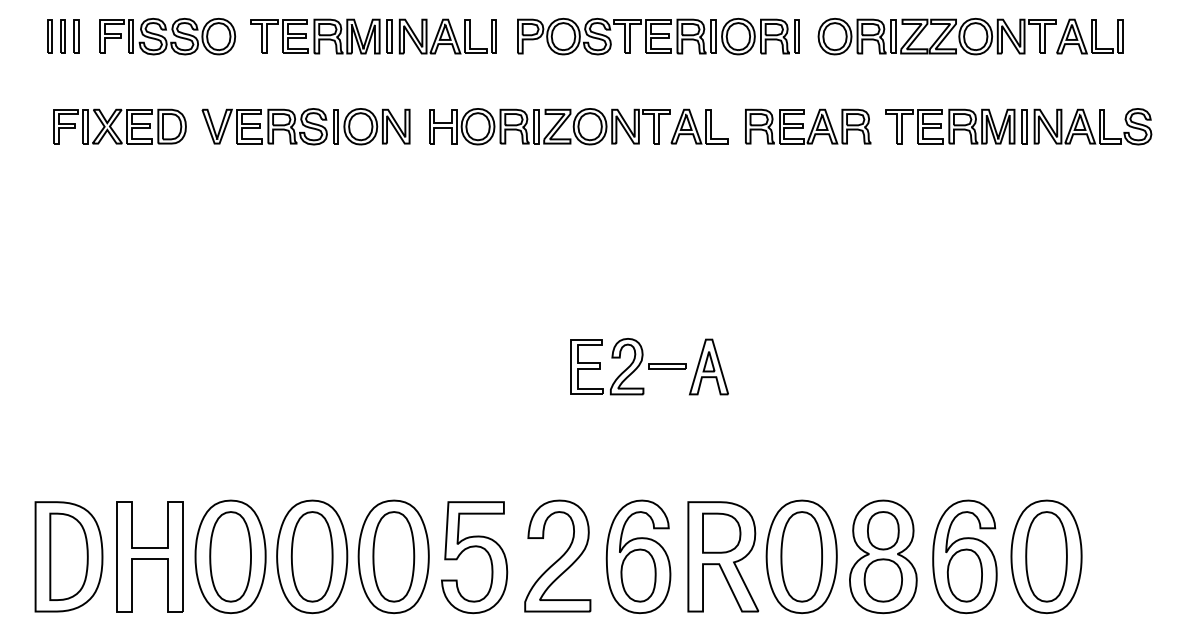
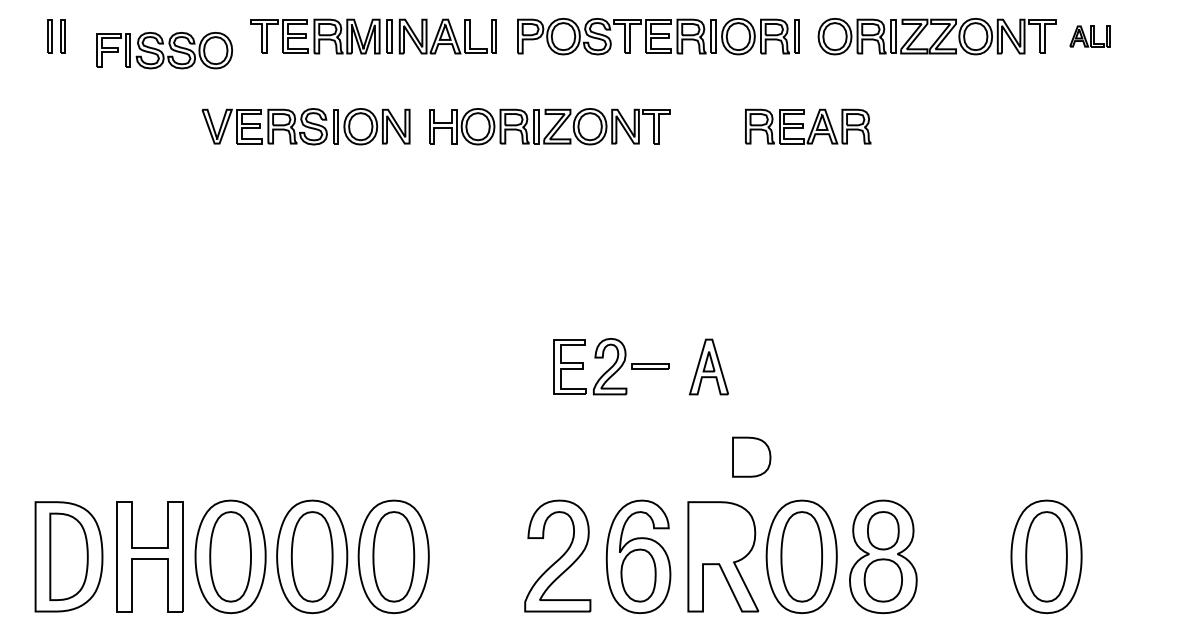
part at (76, 36): present -> none
part at (167, 36) position: (167, 36) -> (164, 50)
part at (1089, 36) size: 68x37 px -> 42x23 px
part at (113, 123): present -> none
part at (699, 126): present -> none
part at (1018, 126): present -> none
part at (628, 366) position: (628, 366) -> (611, 366)
part at (721, 532) position: (721, 532) -> (751, 456)
part at (474, 547): present -> none
part at (964, 556): present -> none
